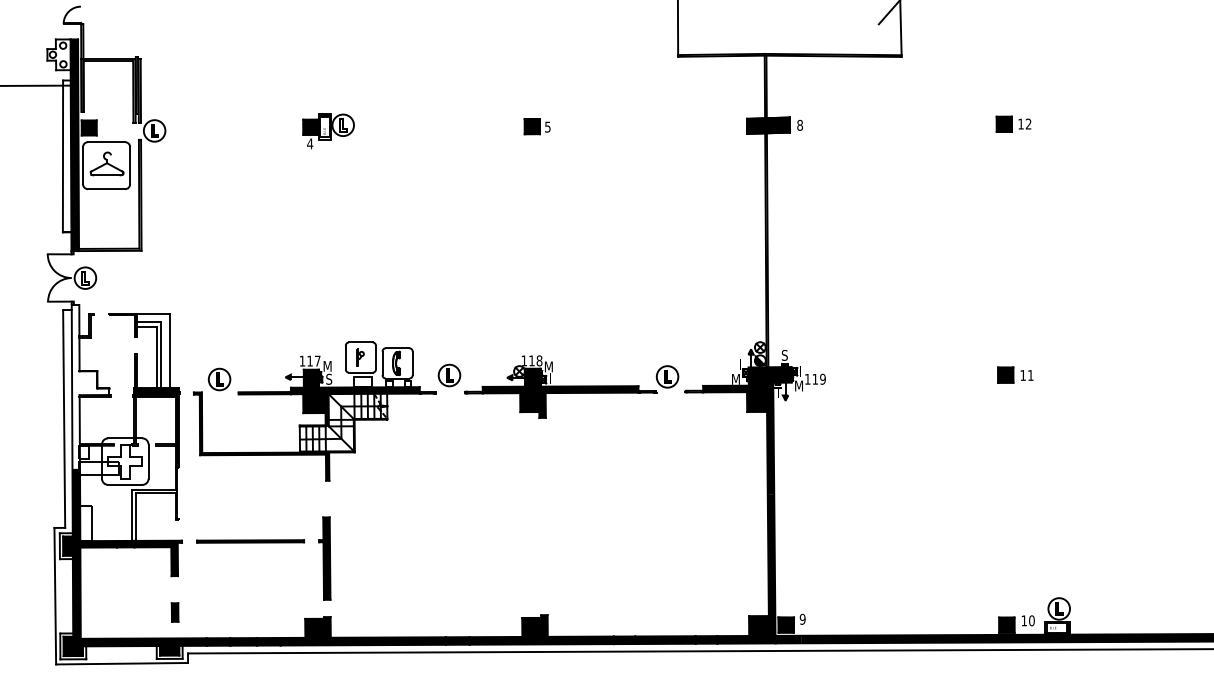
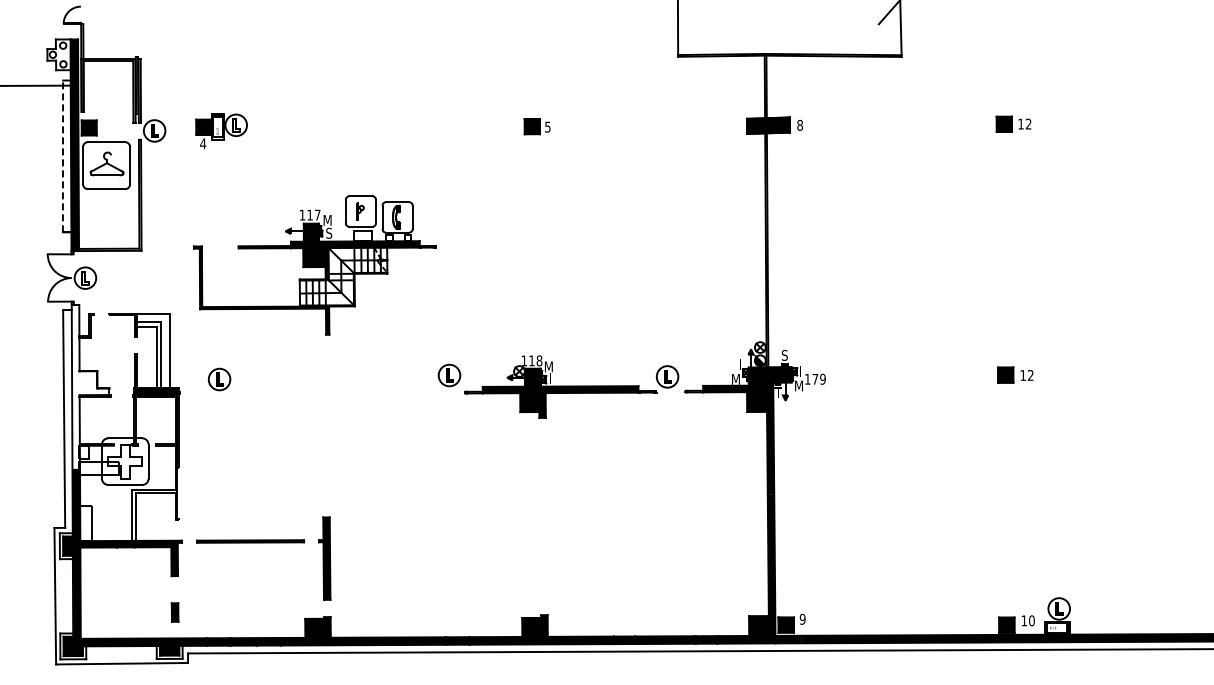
part at (328, 131) position: (328, 131) -> (221, 131)
line at (63, 156): solid -> dashed
text at (1030, 375): 11 -> 12
text at (815, 379): 119 -> 179
part at (314, 411) position: (314, 411) -> (314, 265)
